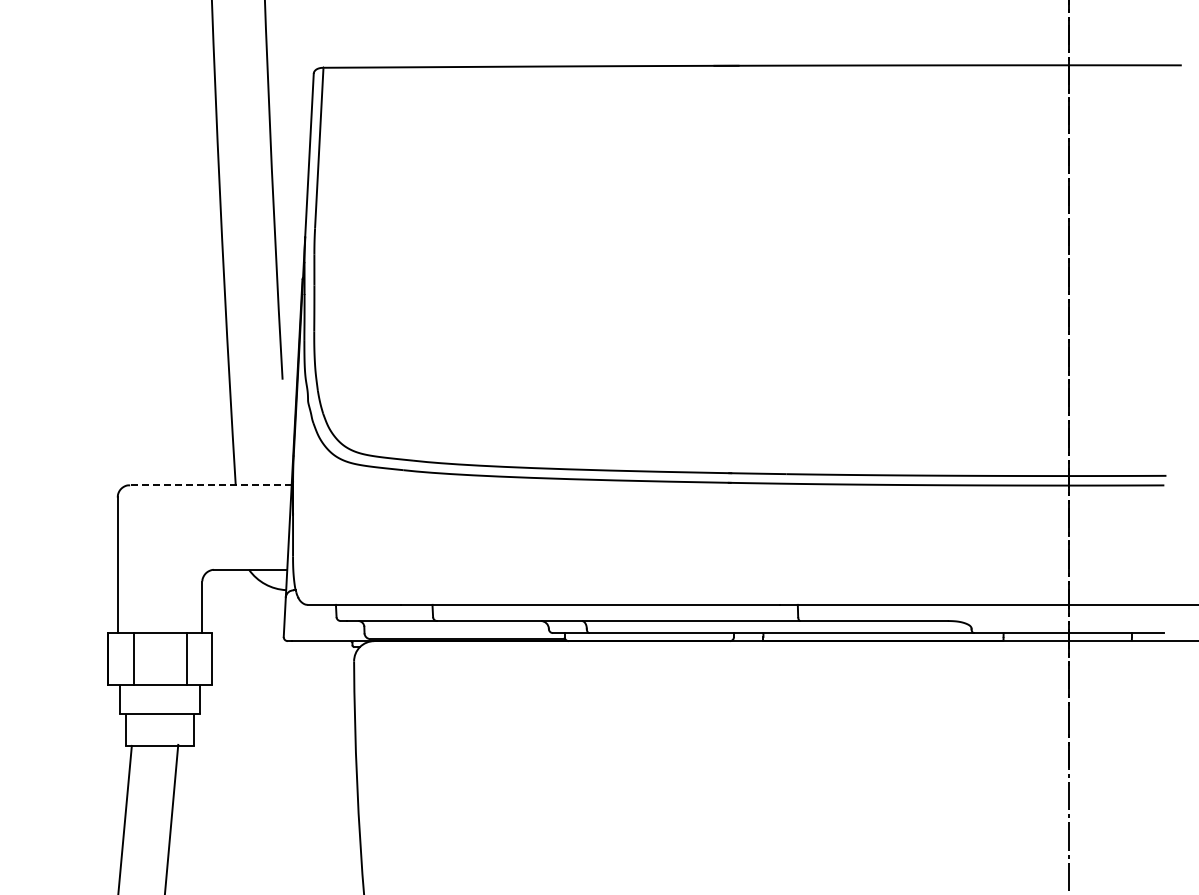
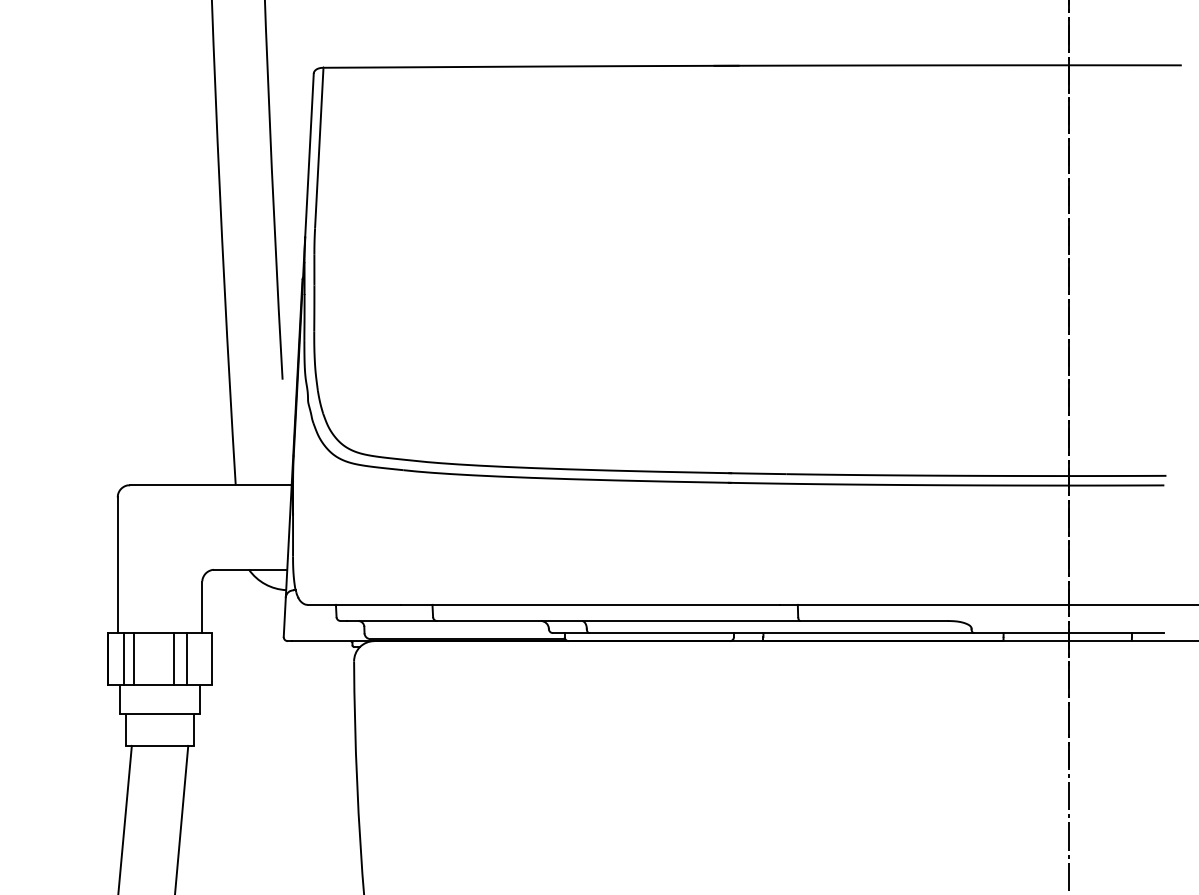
line at (210, 485): dashed -> solid
line at (123, 659): none -> present
line at (174, 659): none -> present
line at (171, 817) position: (171, 817) -> (181, 818)
